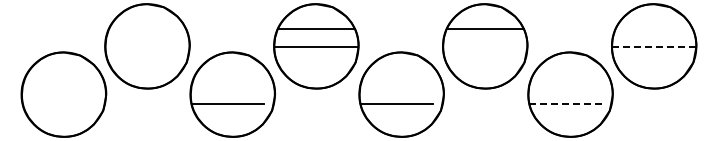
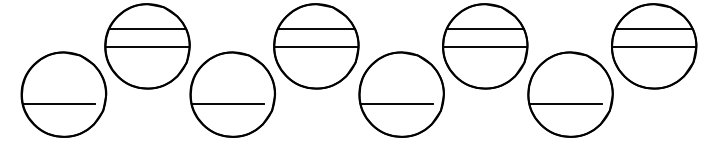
line at (147, 28): none -> present
line at (654, 28): none -> present
line at (147, 46): none -> present
line at (485, 46): none -> present
line at (654, 46): dashed -> solid
line at (59, 104): none -> present
line at (566, 104): dashed -> solid
